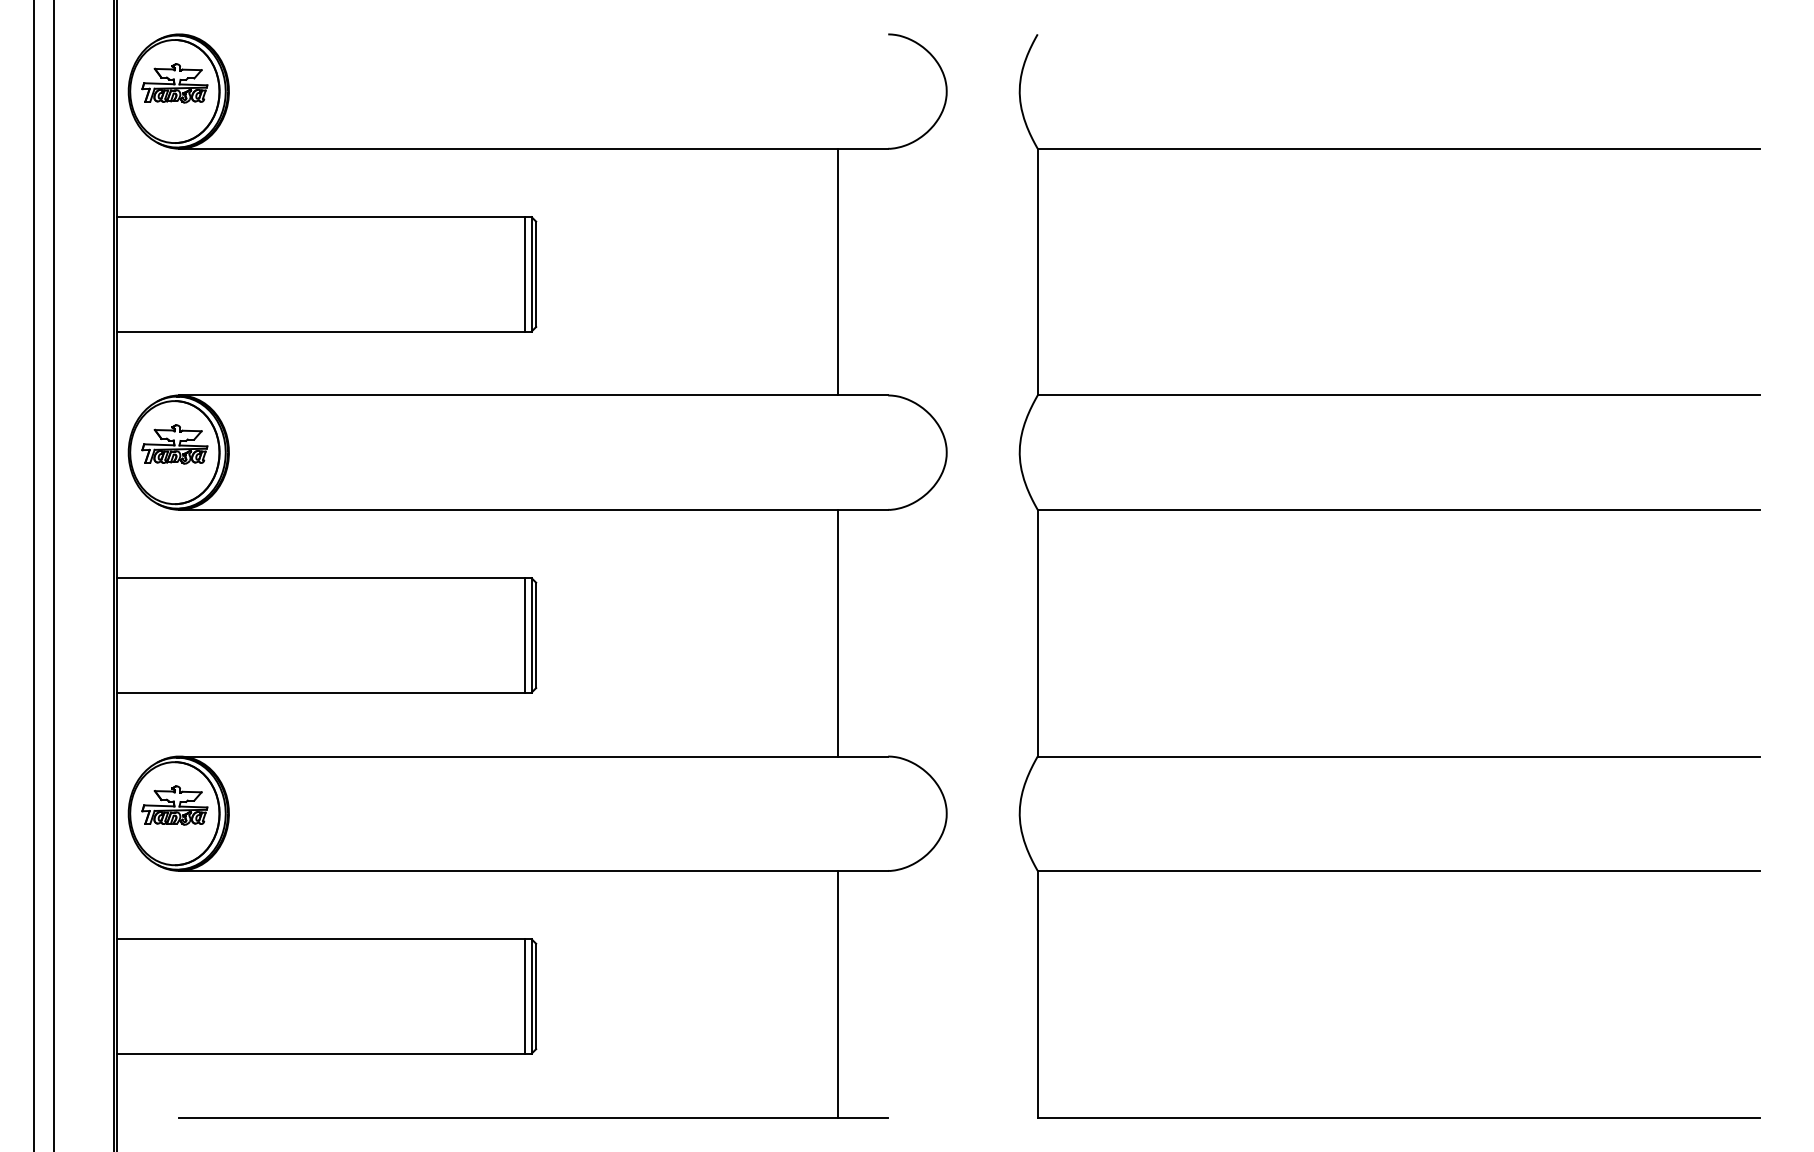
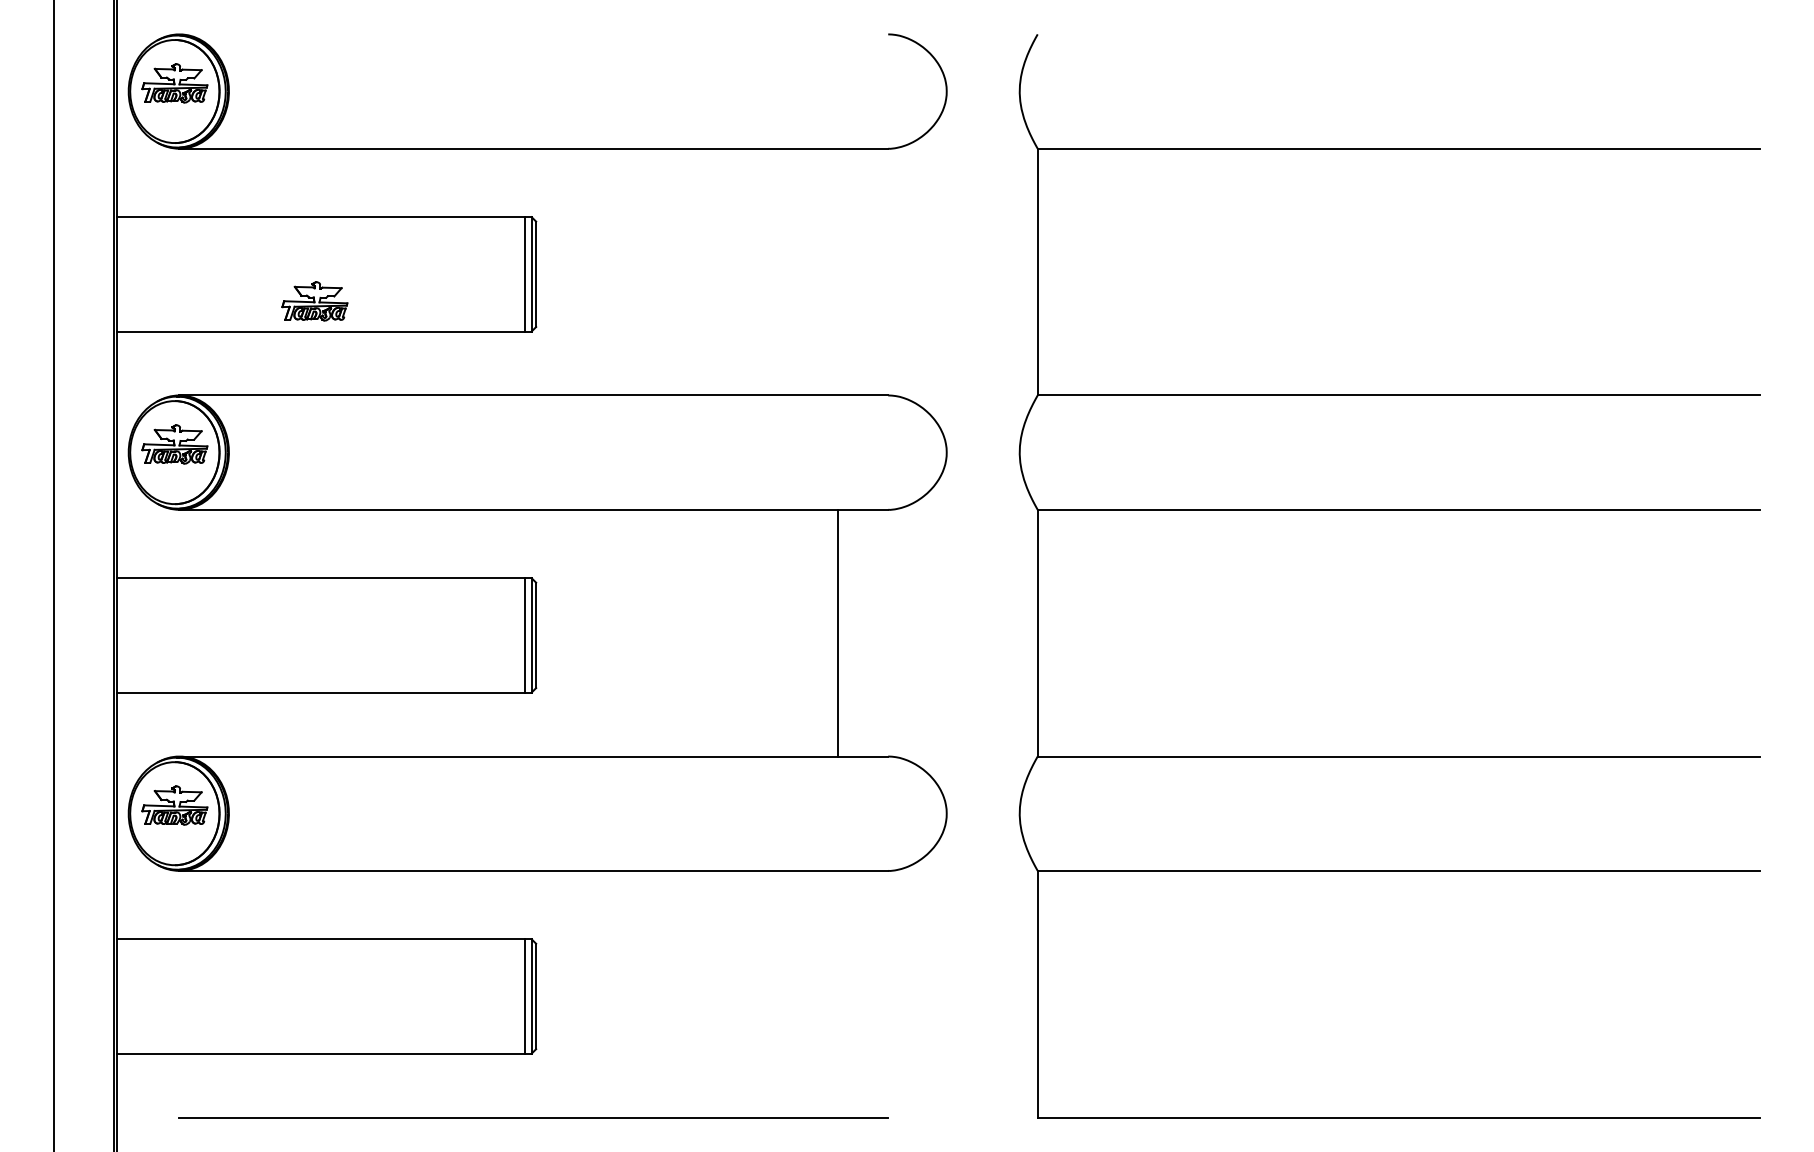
line at (838, 271): present -> none
part at (314, 301): none -> present
line at (34, 575): present -> none
line at (838, 993): present -> none
